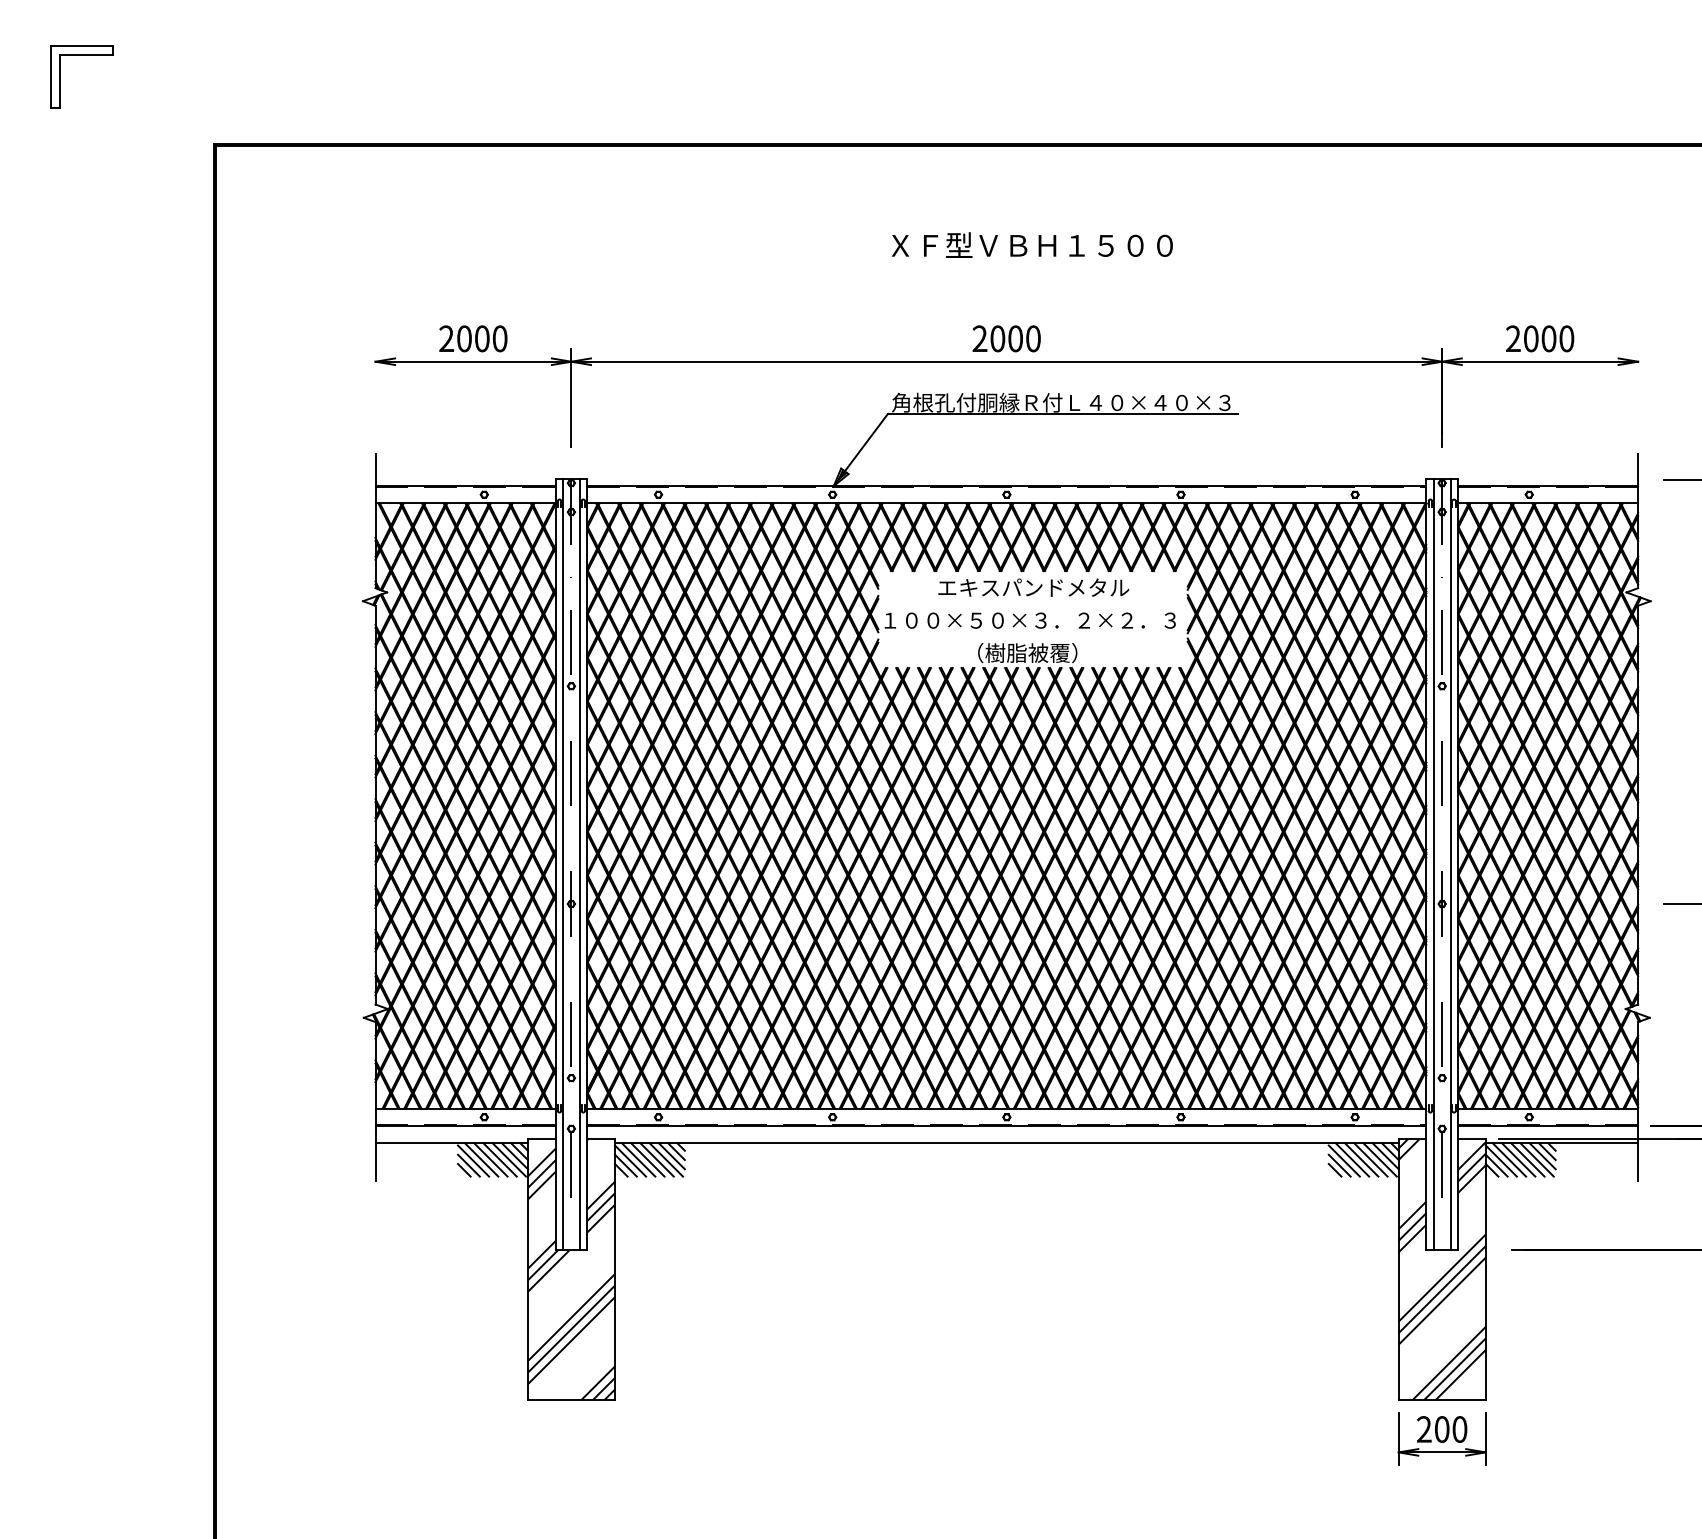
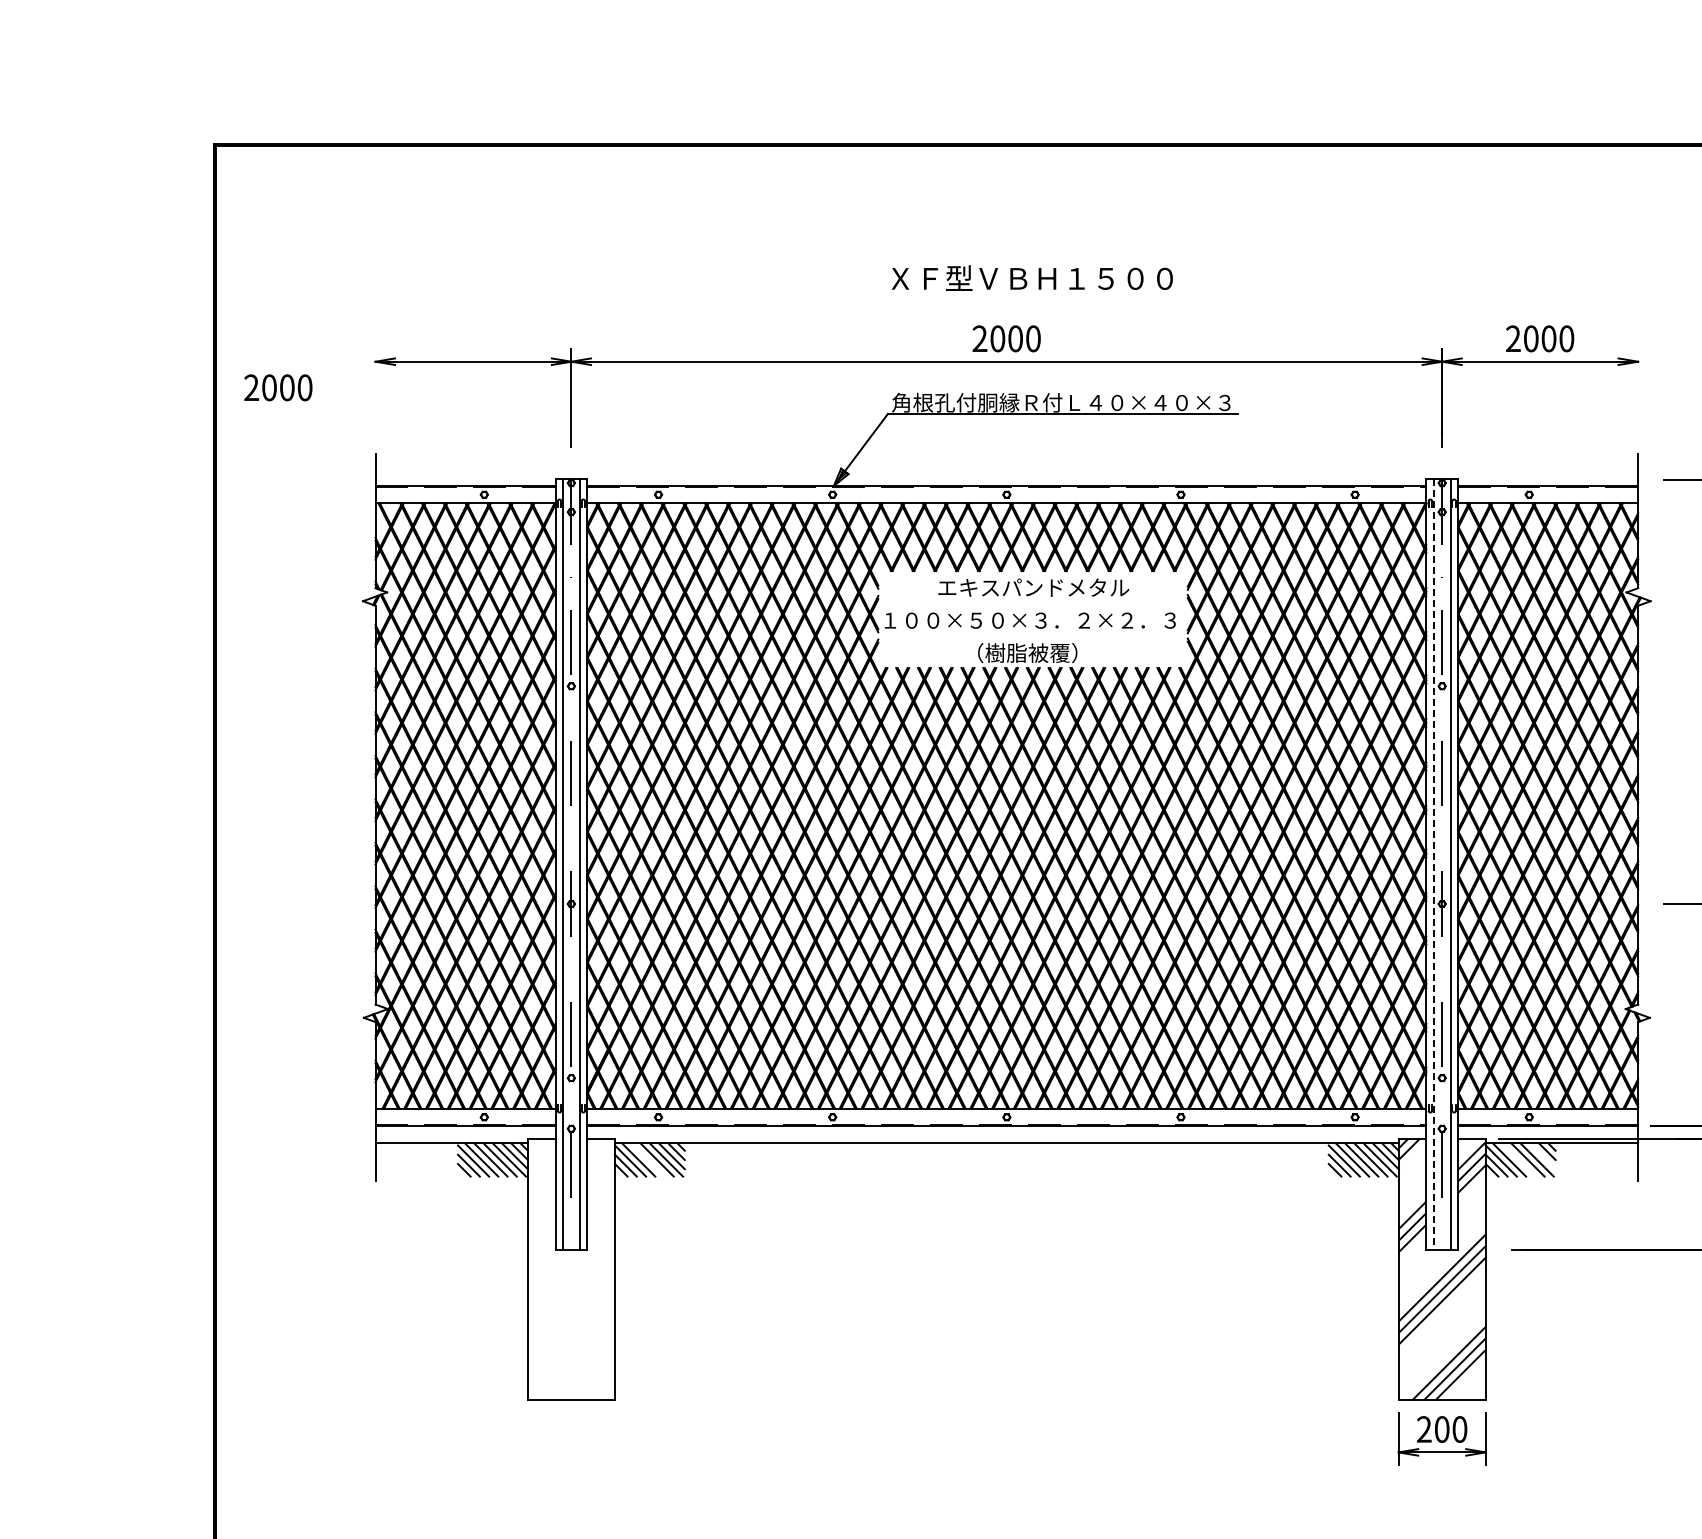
part at (81, 55): present -> none
text at (1031, 244) position: (1031, 244) -> (1031, 277)
text at (473, 338) position: (473, 338) -> (278, 387)
line at (1433, 865): solid -> dashed
line at (1542, 1156): present -> none
line at (647, 1159): present -> none
line at (1518, 1159): present -> none
hatch at (570, 1269): present -> none
